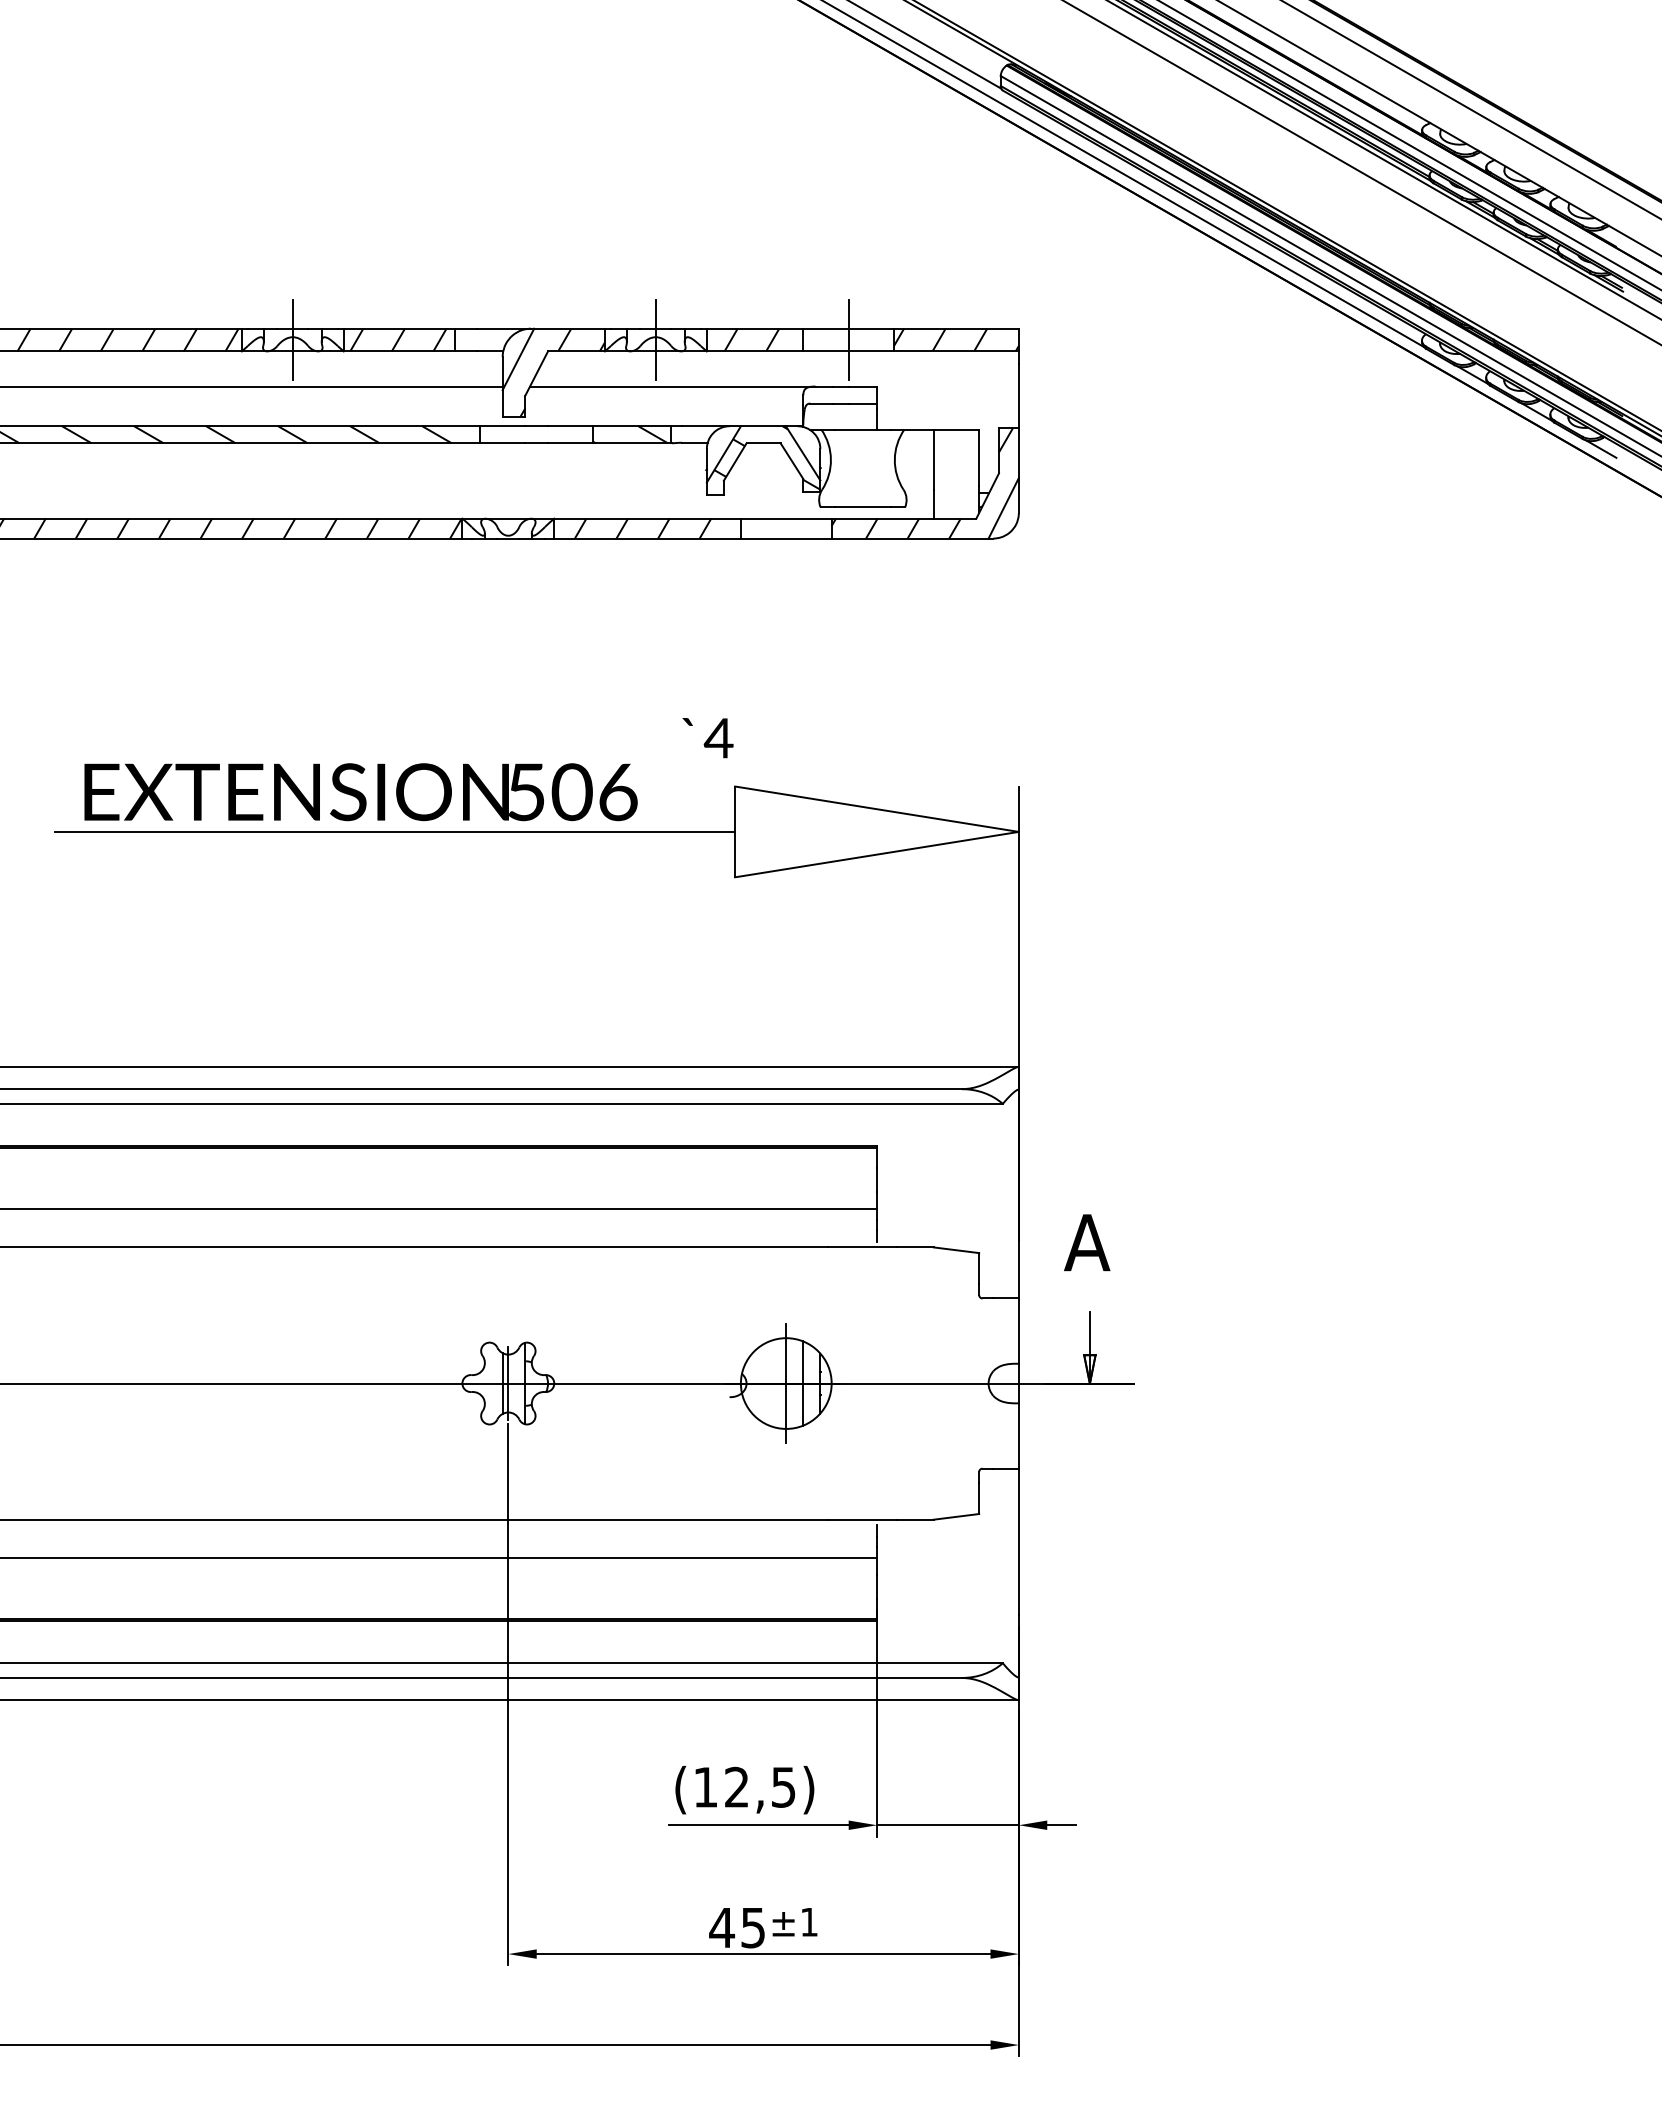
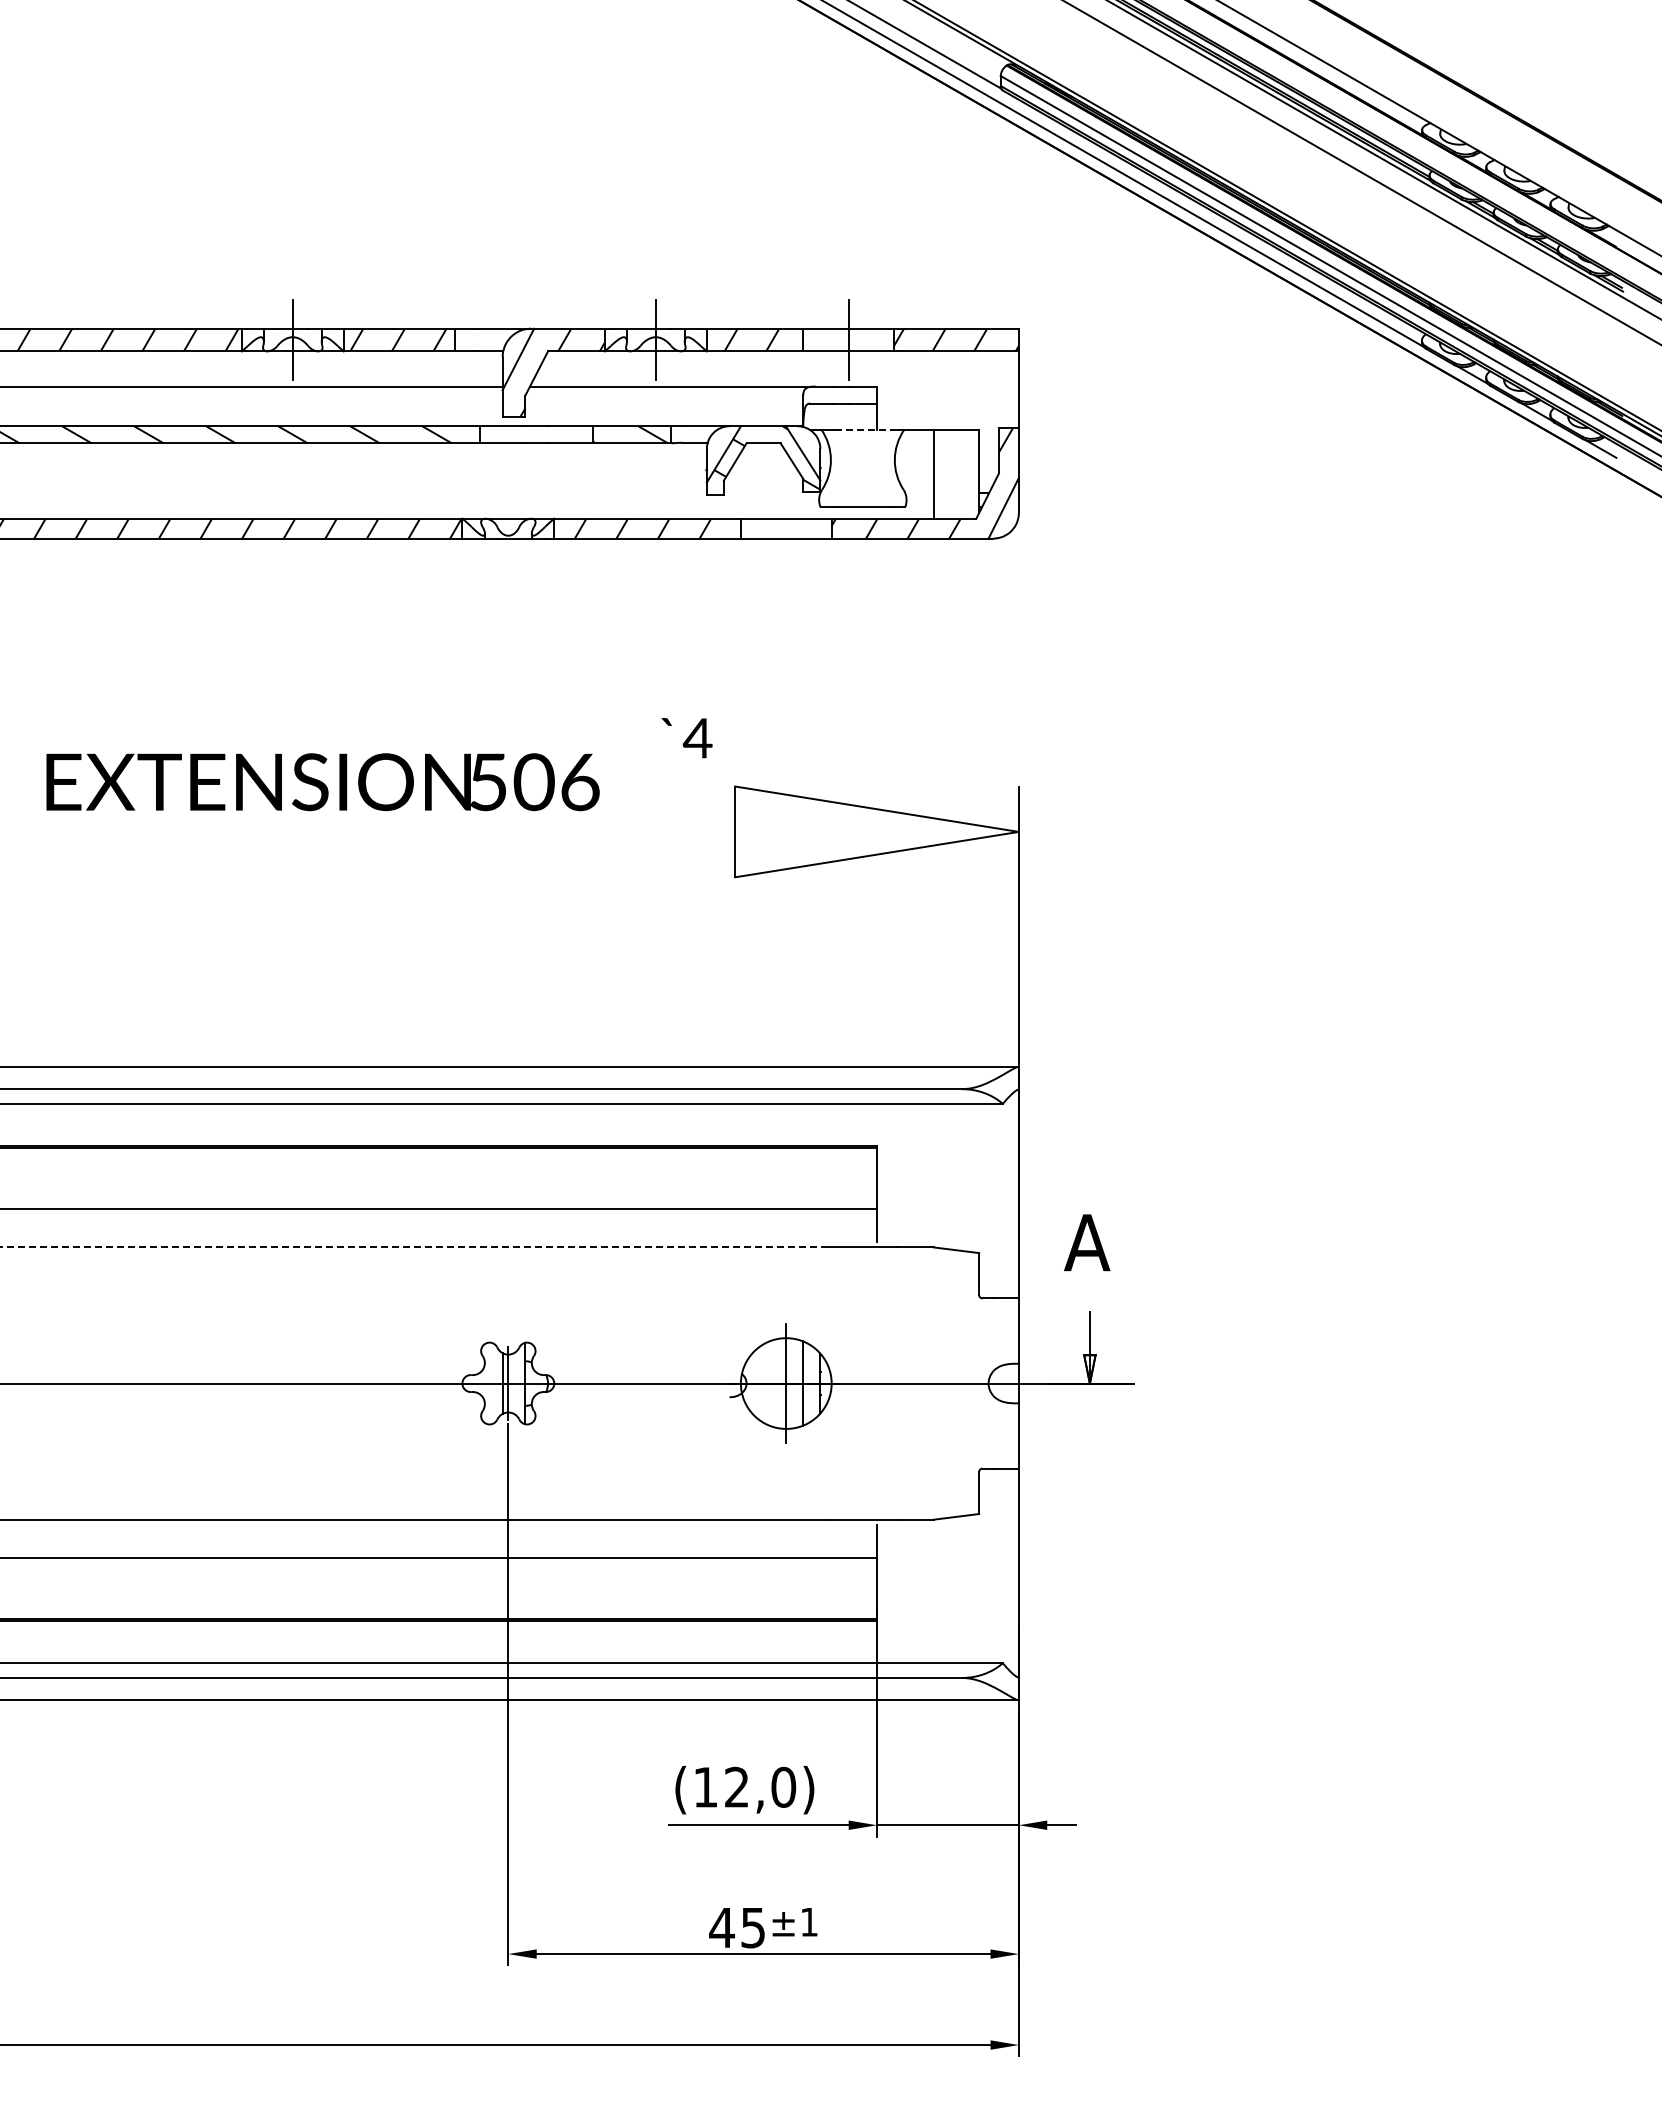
line at (1471, 109): present -> none
line at (1409, 145): present -> none
line at (863, 429): solid -> dashed
text at (707, 738) position: (707, 738) -> (686, 738)
text at (360, 792) position: (360, 792) -> (322, 782)
line at (394, 831): present -> none
line at (414, 1247): solid -> dashed
text at (783, 1786): (12,5) -> (12,0)
